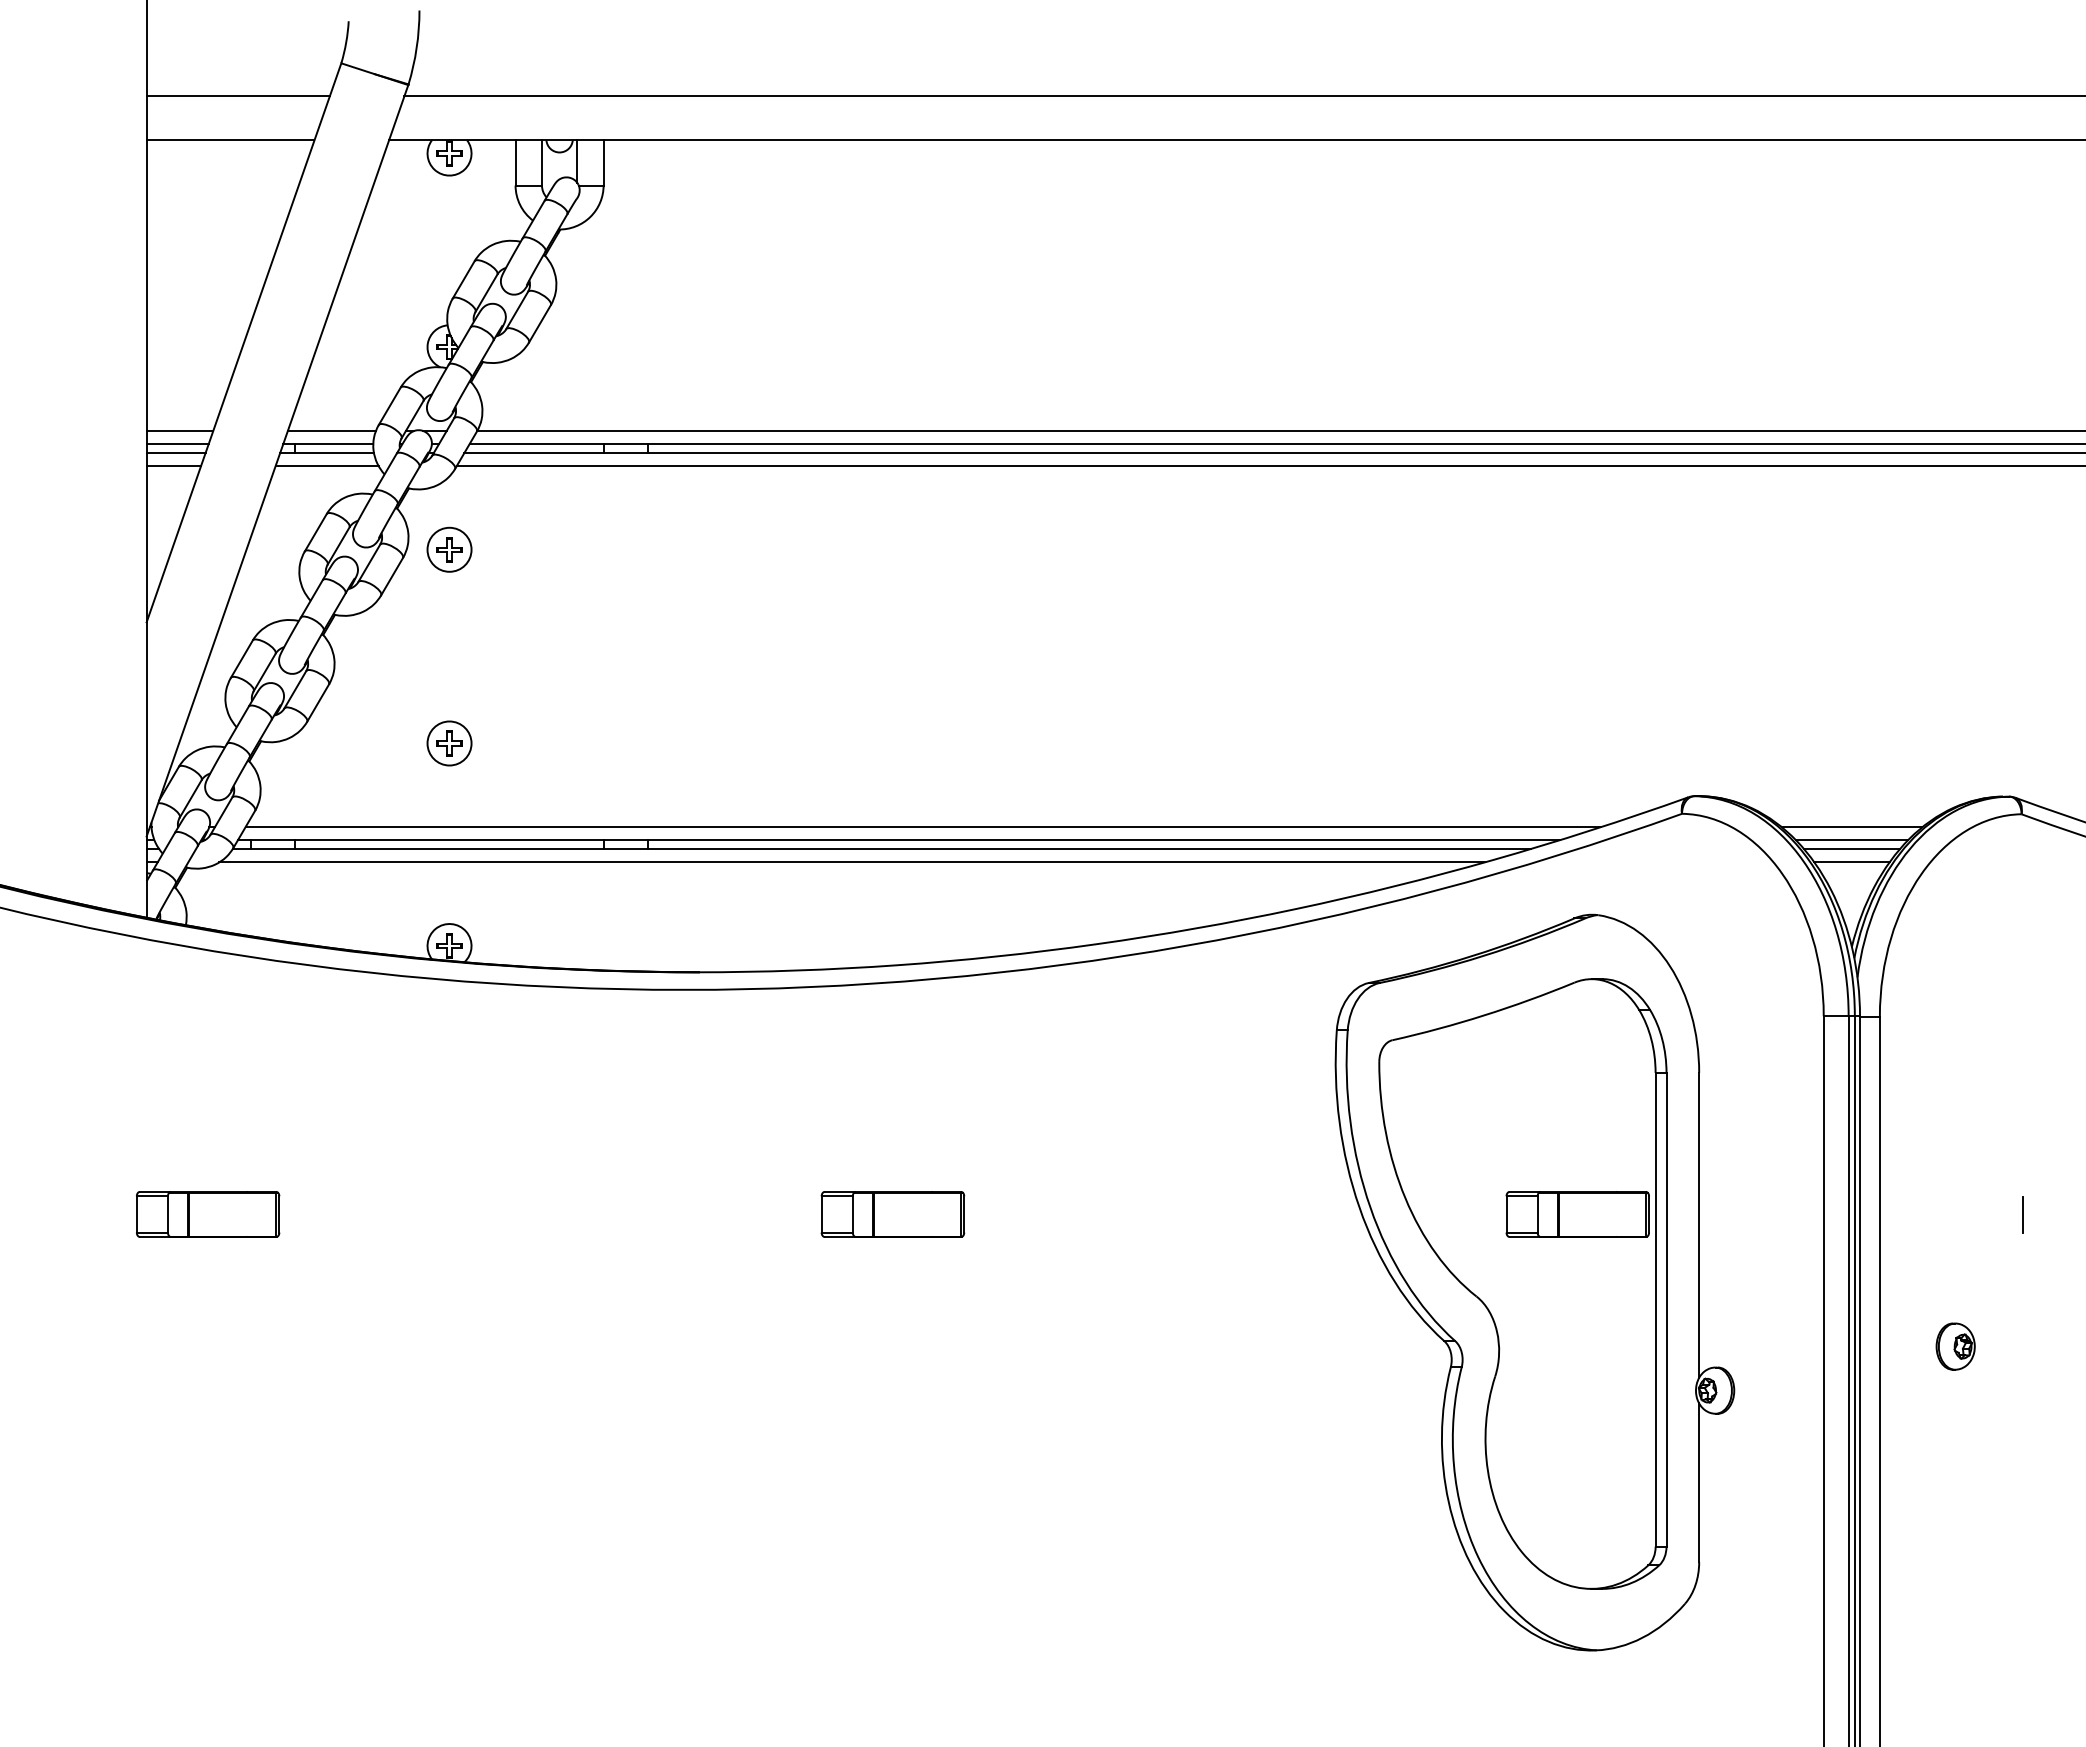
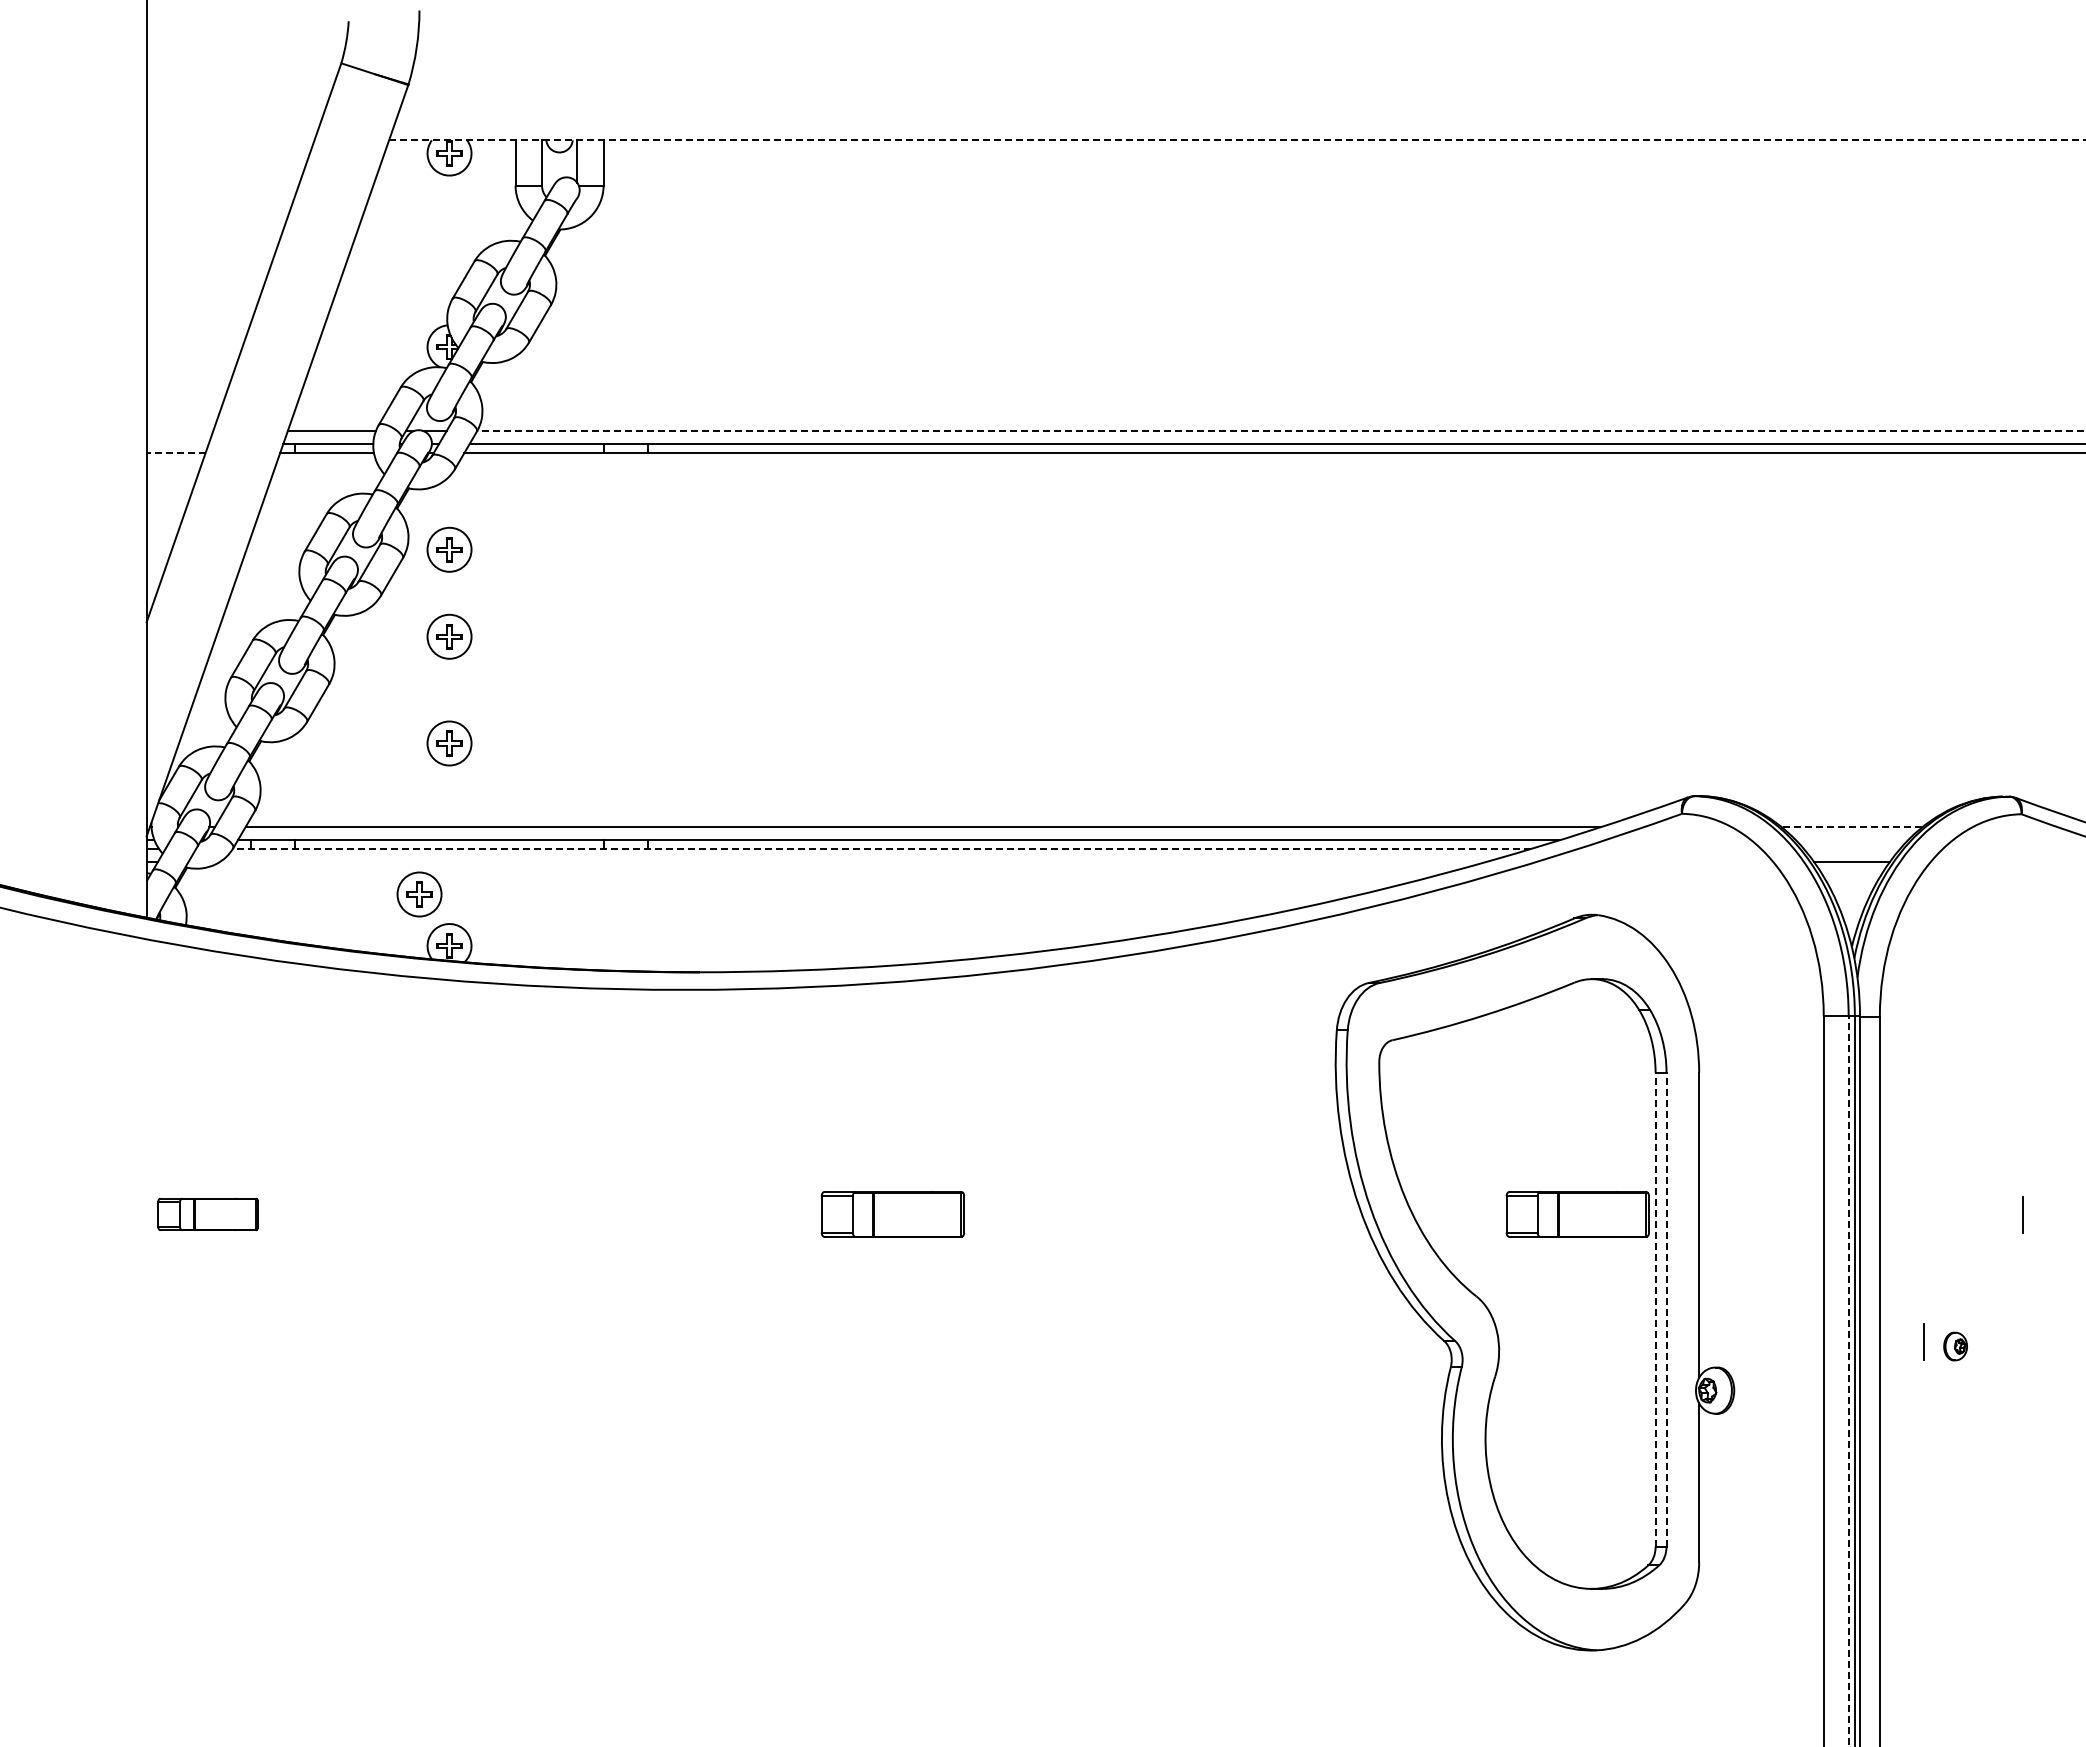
line at (237, 96): present -> none
line at (1243, 96): present -> none
line at (230, 140): present -> none
line at (1237, 140): solid -> dashed
line at (179, 430): present -> none
line at (1281, 430): solid -> dashed
line at (177, 444): present -> none
line at (175, 452): solid -> dashed
line at (173, 466): present -> none
line at (326, 466): present -> none
line at (1269, 466): present -> none
part at (449, 636): none -> present
line at (1851, 827): solid -> dashed
line at (1851, 840): present -> none
line at (881, 849): solid -> dashed
line at (1851, 849): present -> none
line at (852, 862): present -> none
part at (419, 894): none -> present
part at (208, 1214) size: 145x47 px -> 102x35 px
line at (1655, 1309): solid -> dashed
line at (1666, 1309): solid -> dashed
line at (1923, 1341): none -> present
part at (1955, 1346) size: 41x49 px -> 25x31 px
line at (1848, 1381): solid -> dashed
